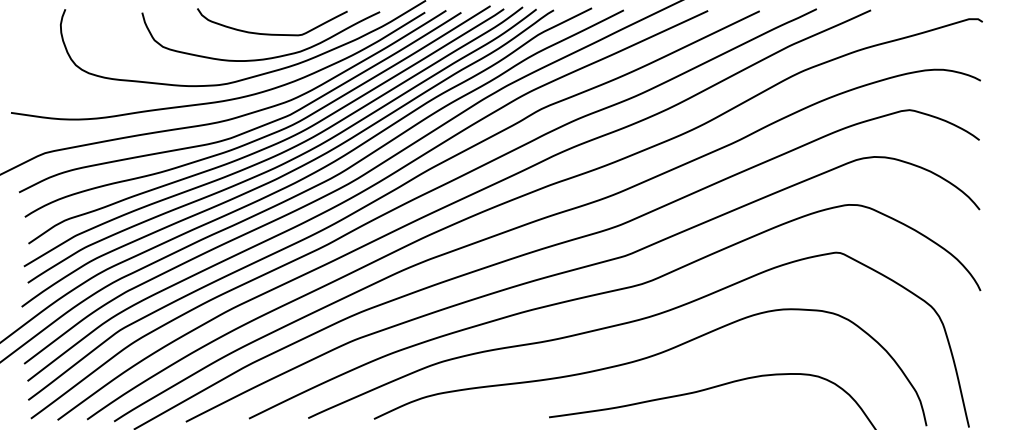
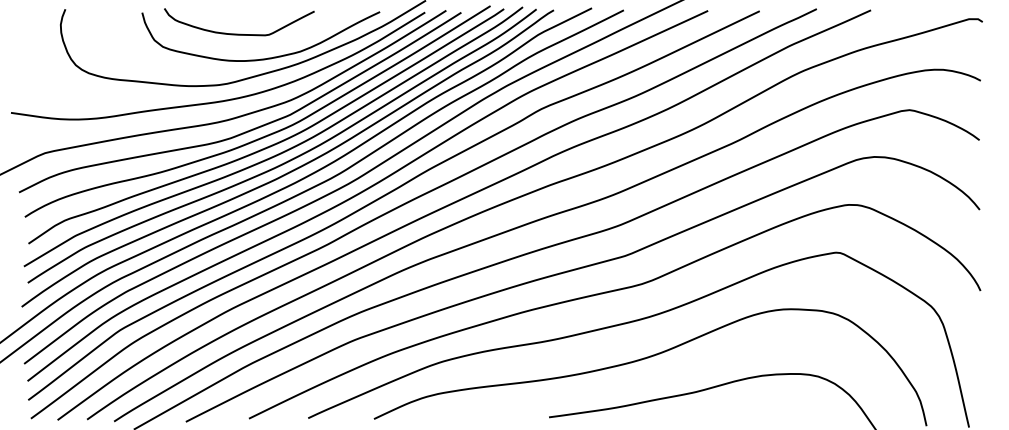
curve at (272, 33) position: (272, 33) -> (239, 33)
